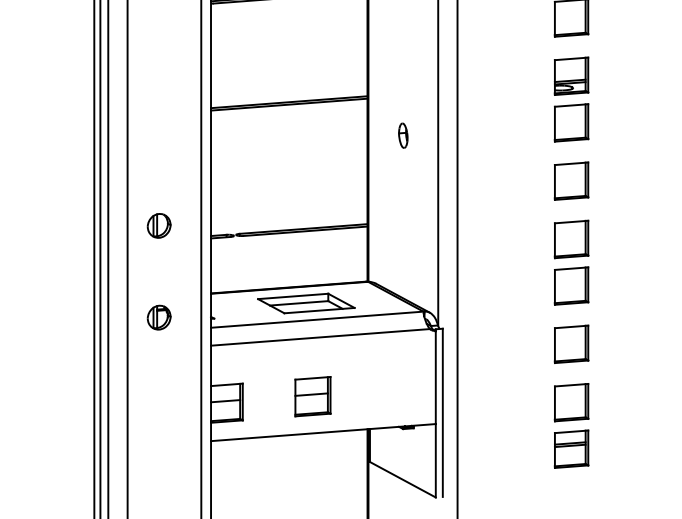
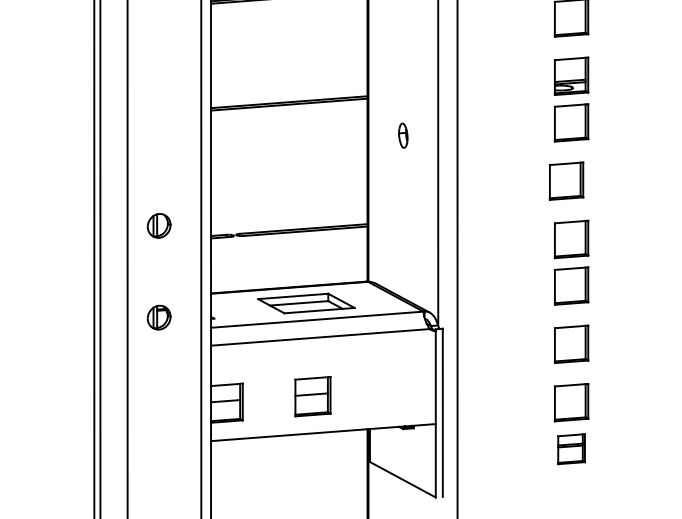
part at (571, 180) position: (571, 180) -> (566, 180)
line at (108, 258): present -> none
part at (571, 448) size: 37x40 px -> 29x33 px
